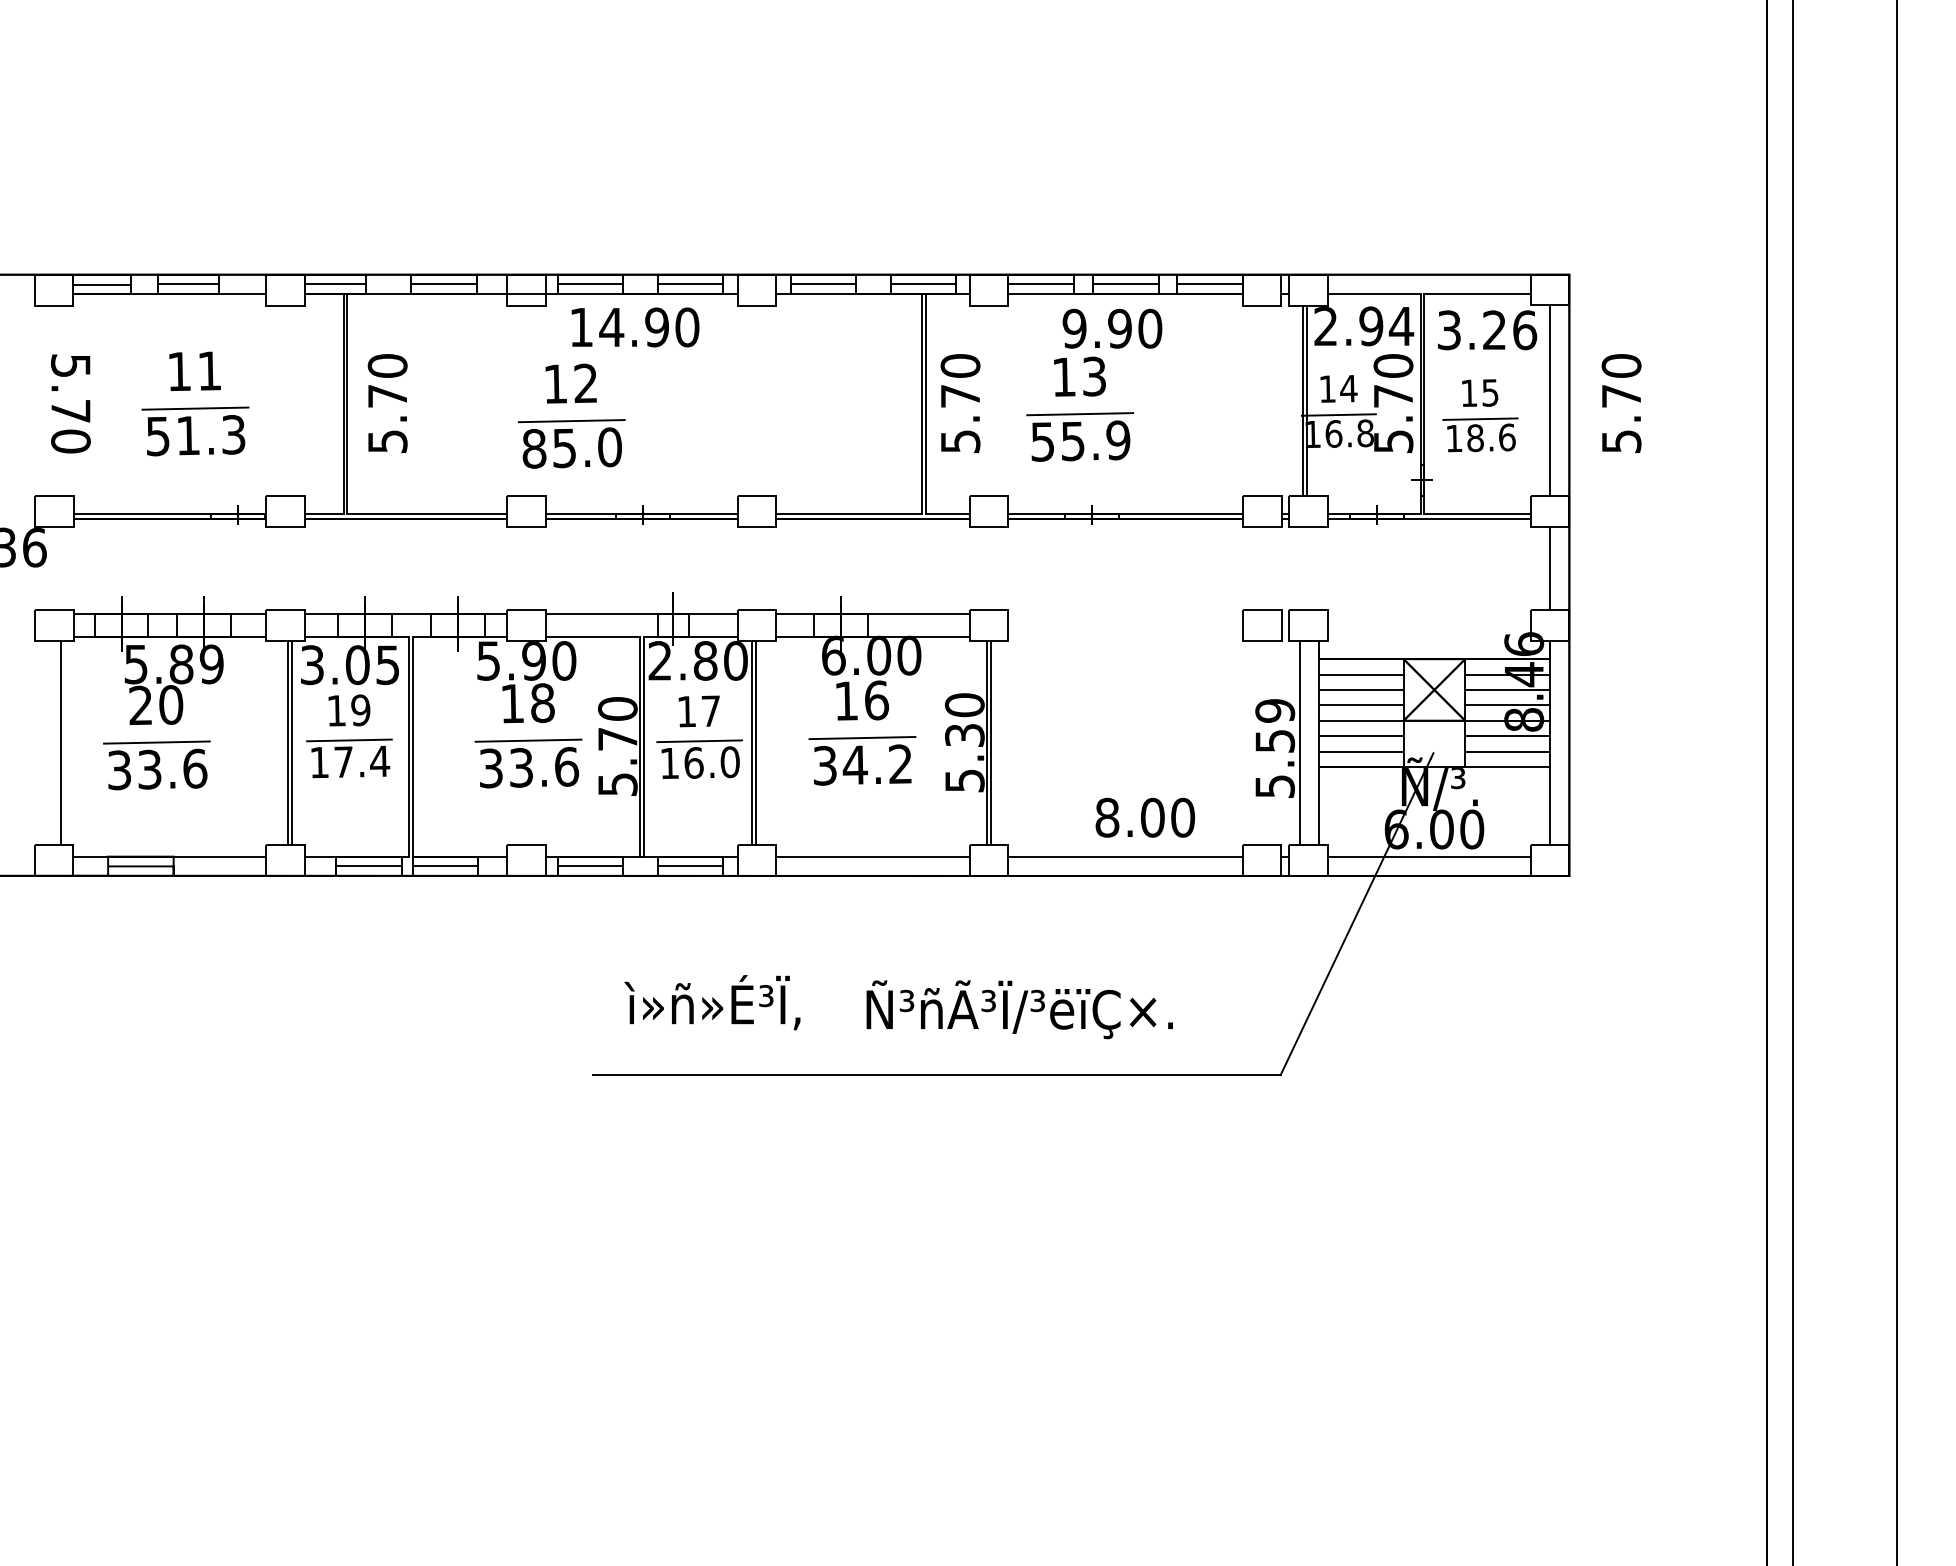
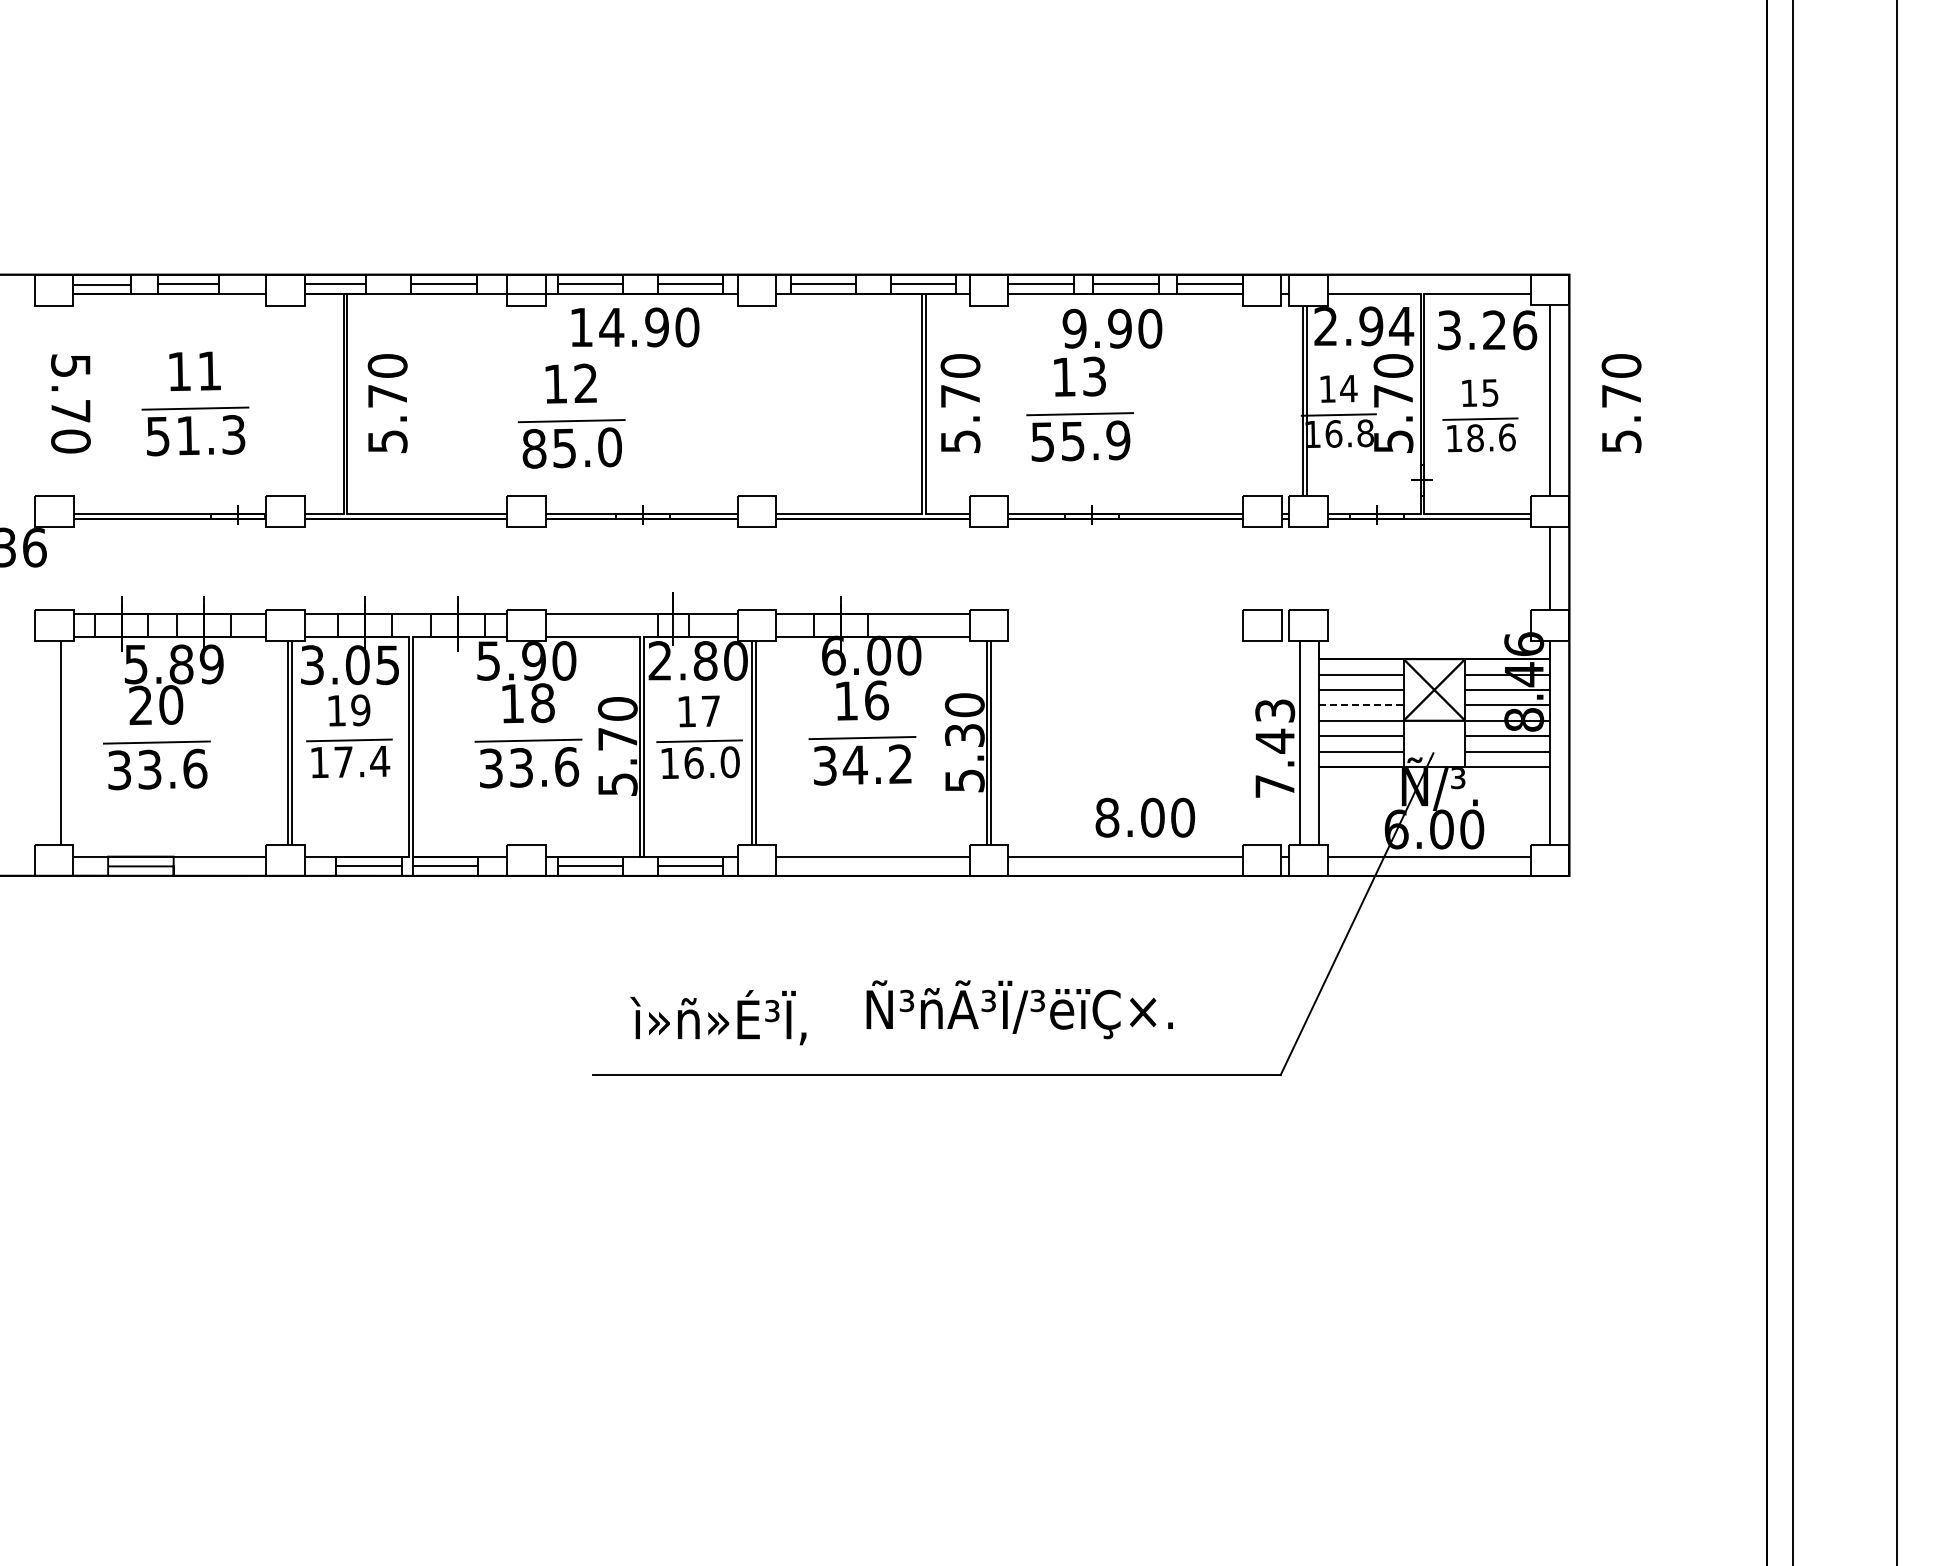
line at (1361, 705): solid -> dashed
text at (1275, 748): 5.59 -> 7.43
text at (712, 1002) position: (712, 1002) -> (718, 1017)
